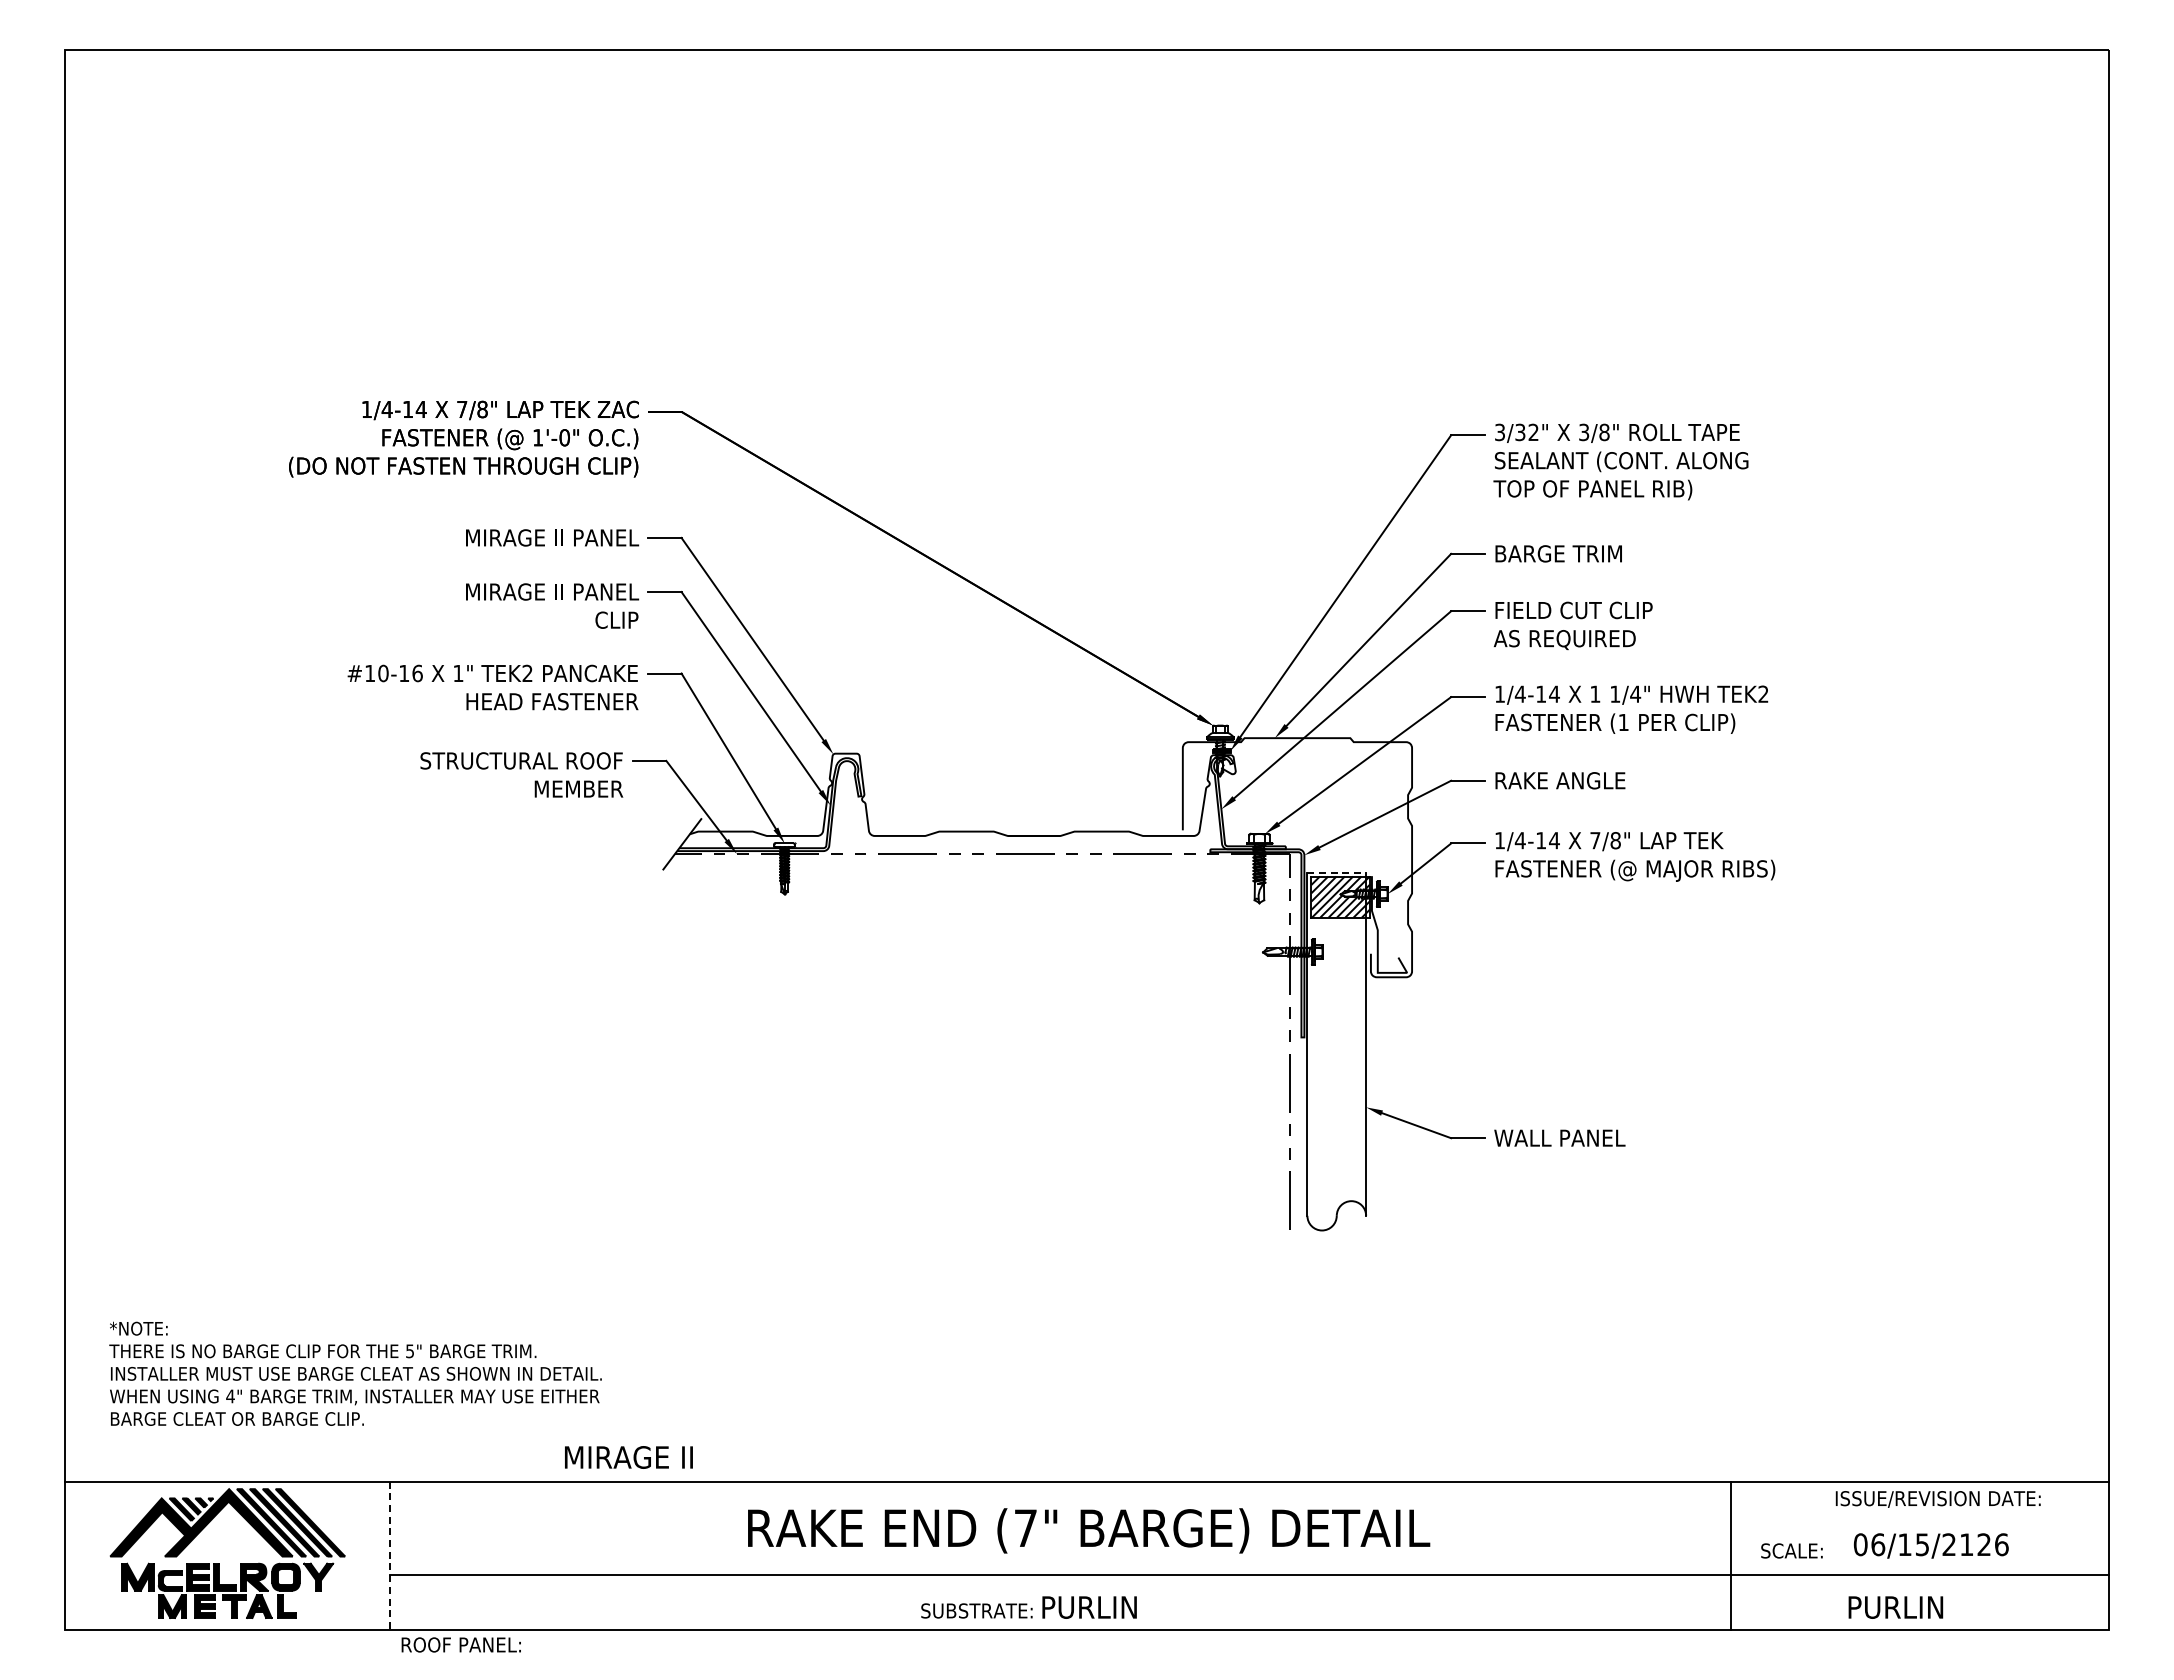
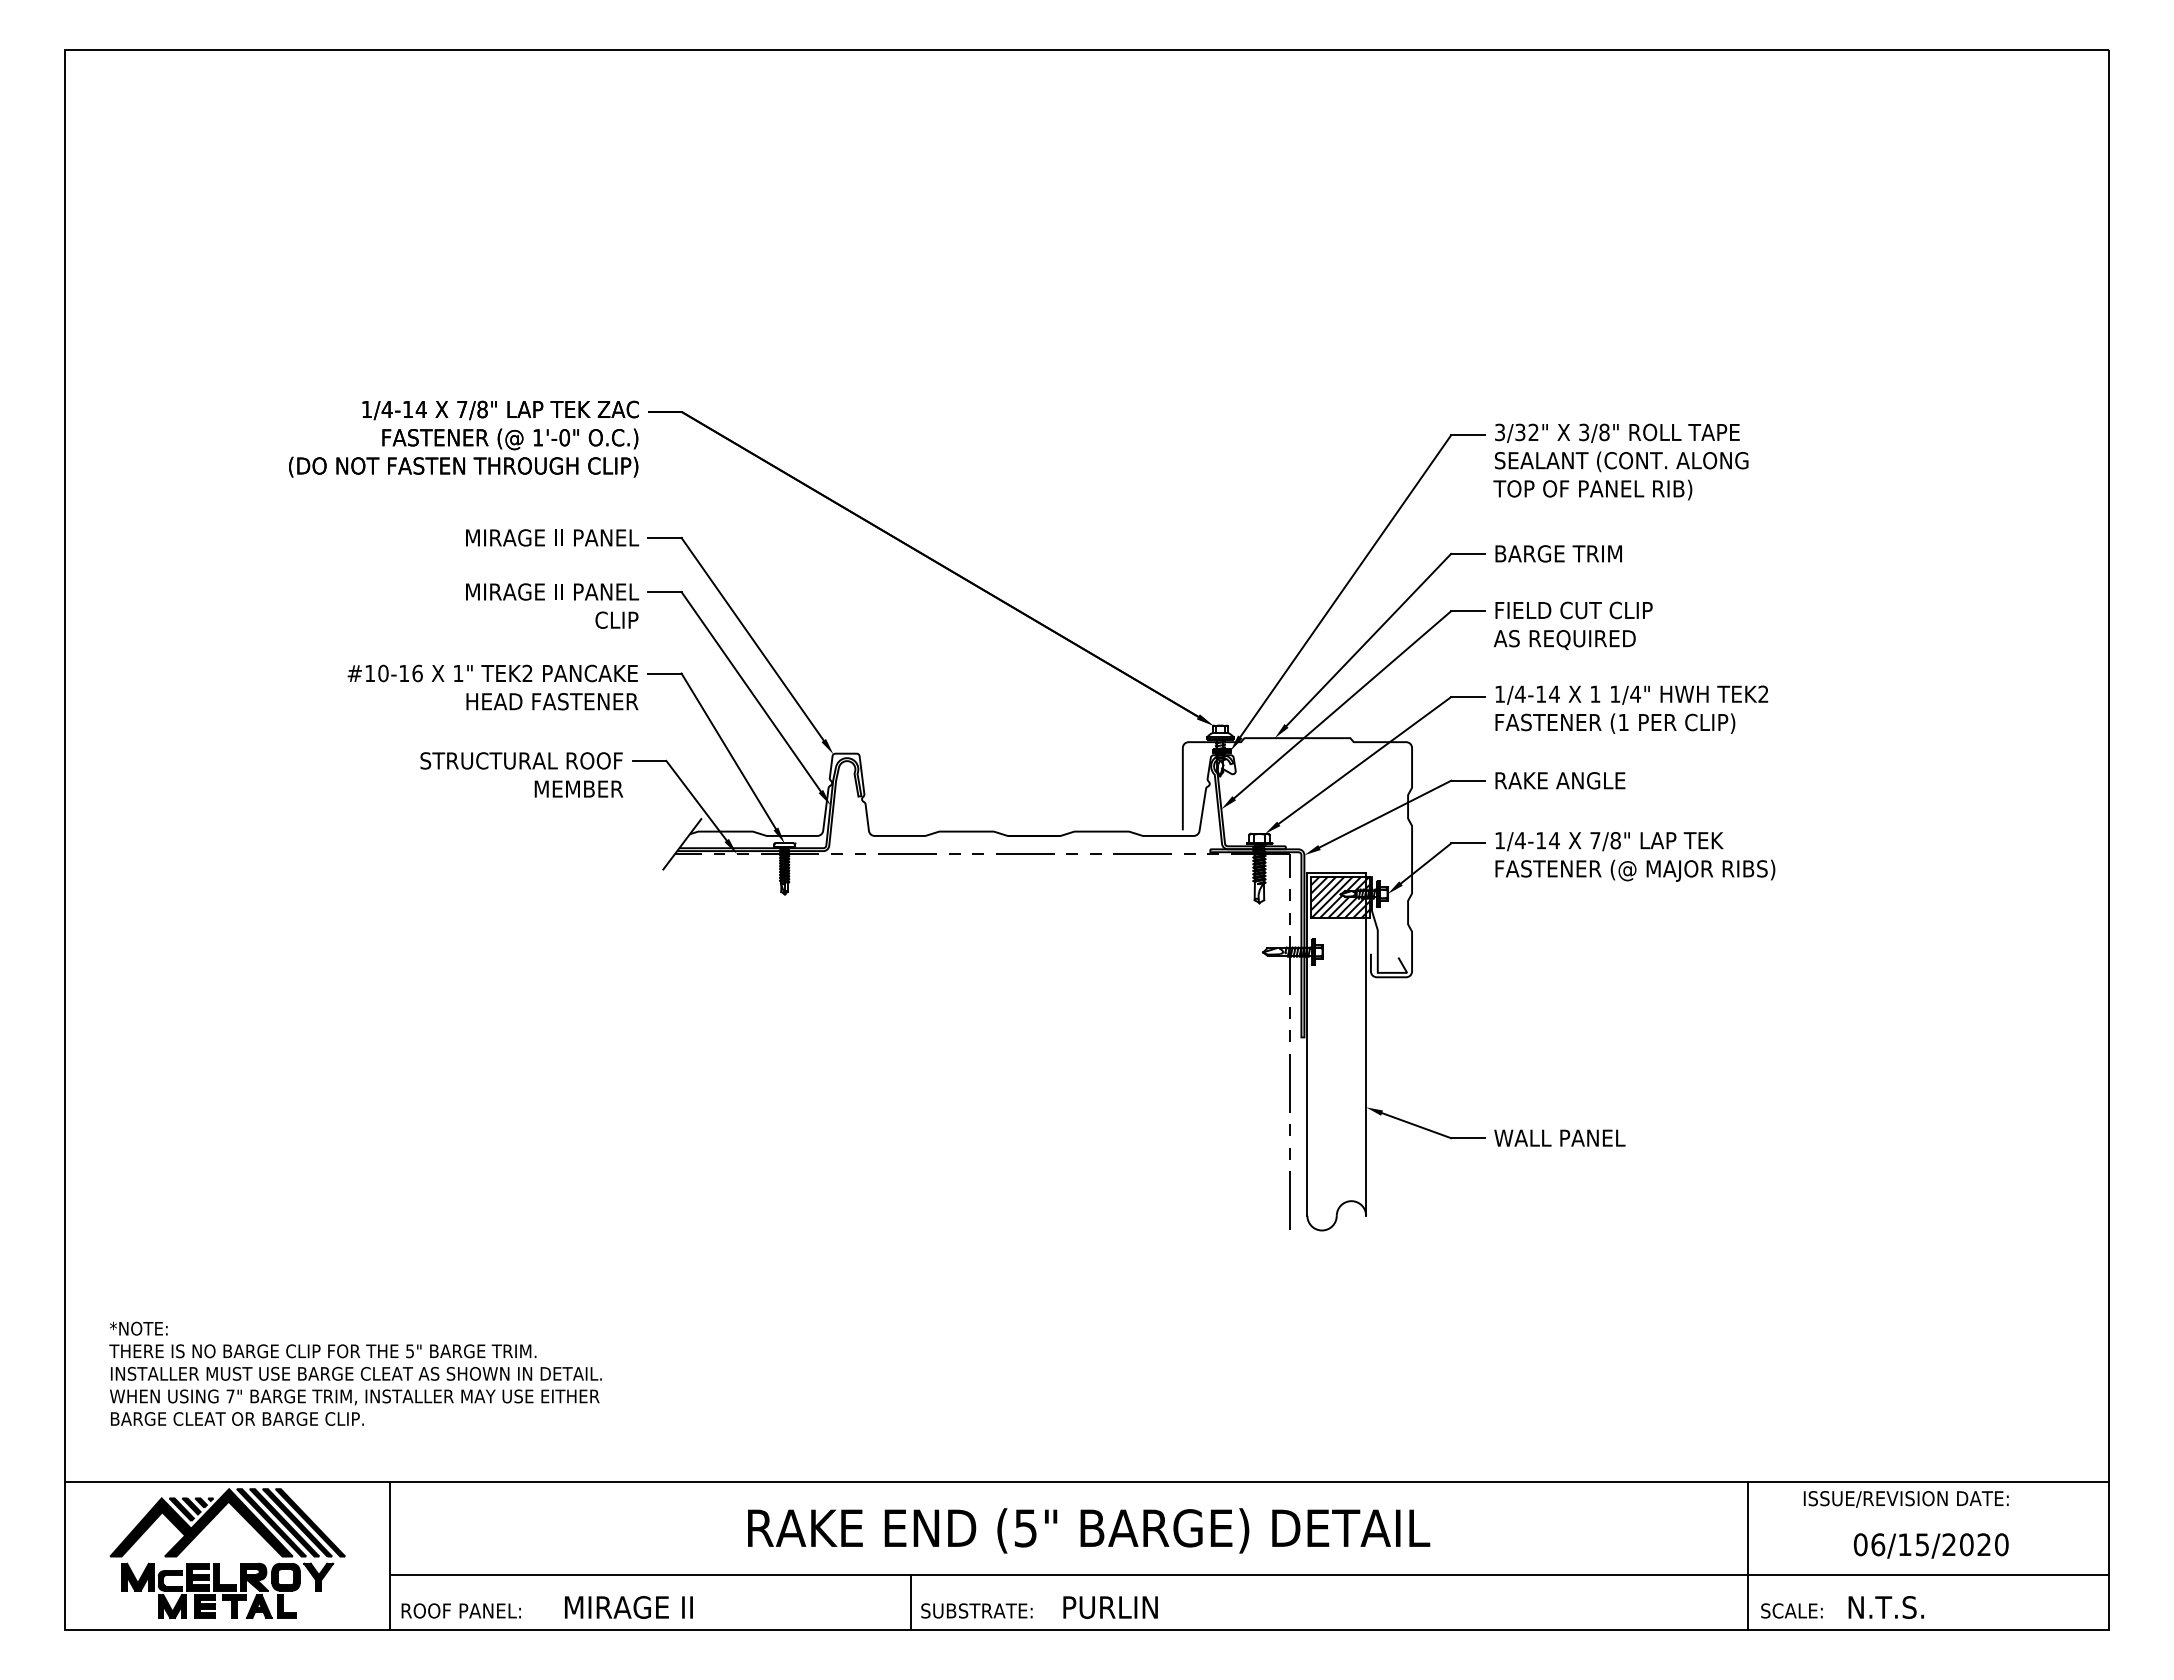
line at (1337, 872): dashed -> solid
text at (230, 1396): 4" -> 7"
text at (628, 1457) position: (628, 1457) -> (628, 1607)
text at (1937, 1499) position: (1937, 1499) -> (1905, 1499)
text at (1025, 1528): (7" -> (5"
text at (1984, 1544): 06/15/2126 -> 06/15/2020
text at (1791, 1550) position: (1791, 1550) -> (1791, 1610)
line at (390, 1555): dashed -> solid
line at (1730, 1555) position: (1730, 1555) -> (1747, 1555)
line at (910, 1602): none -> present
text at (1089, 1607) position: (1089, 1607) -> (1110, 1607)
text at (1897, 1607): PURLIN -> N.T.S.
text at (460, 1644) position: (460, 1644) -> (460, 1610)
